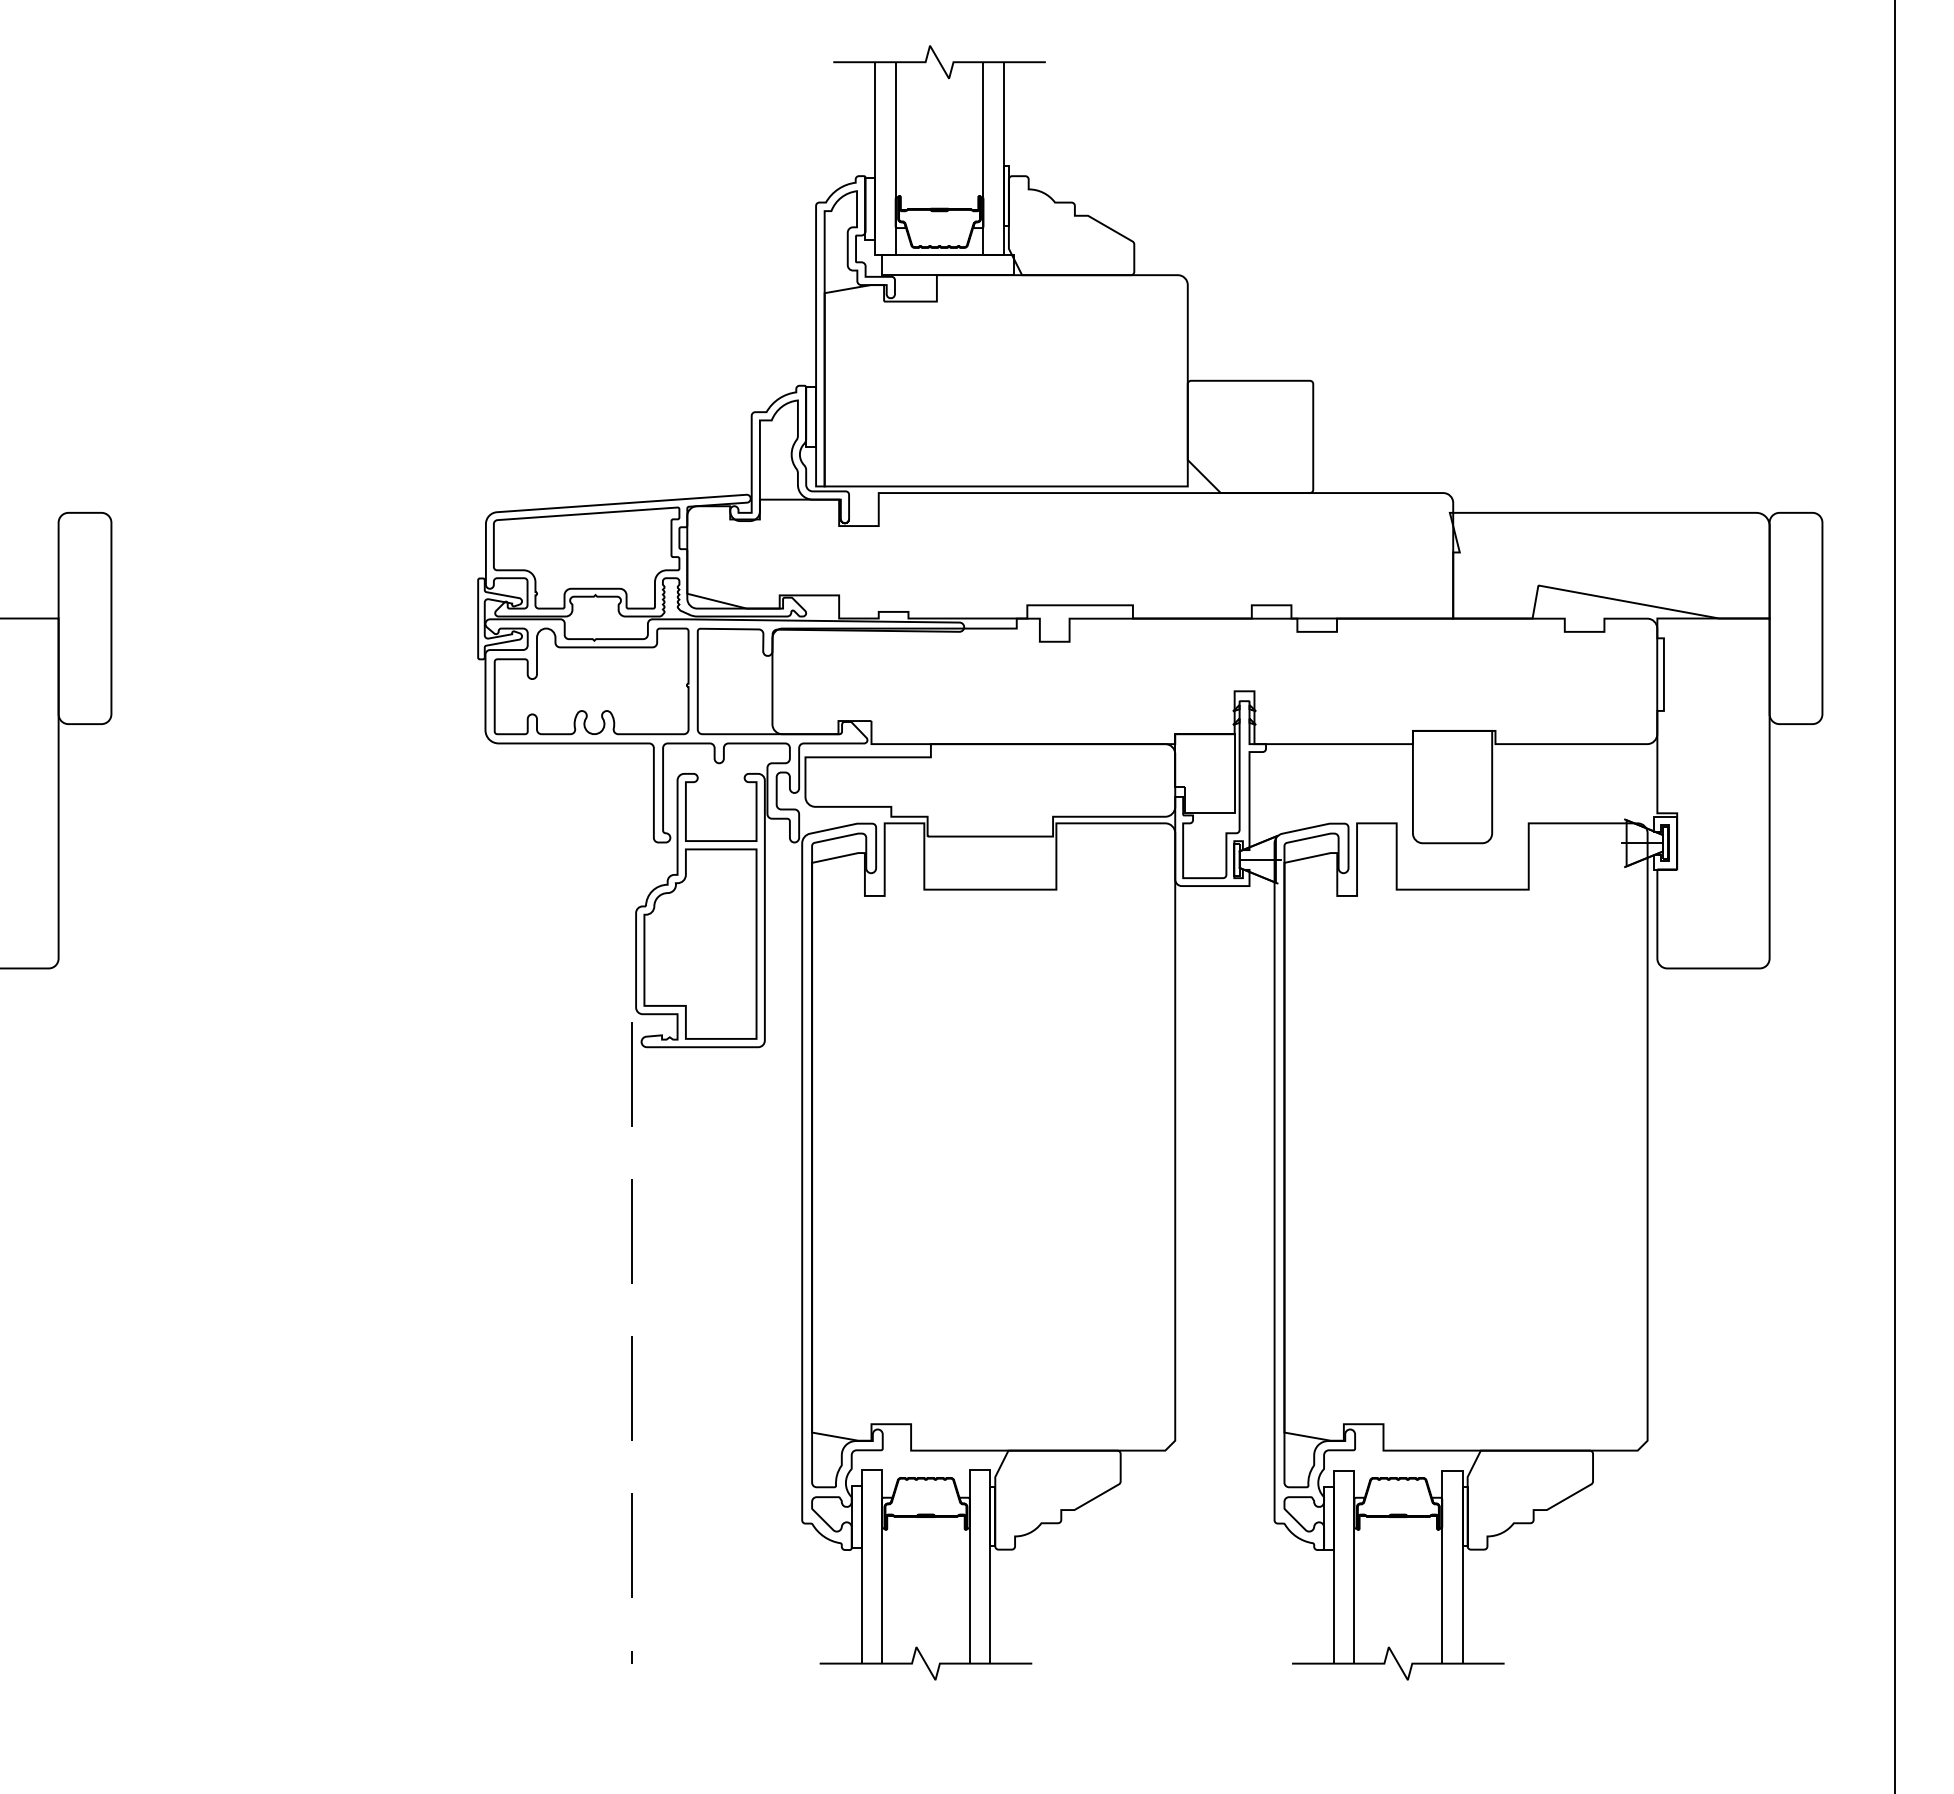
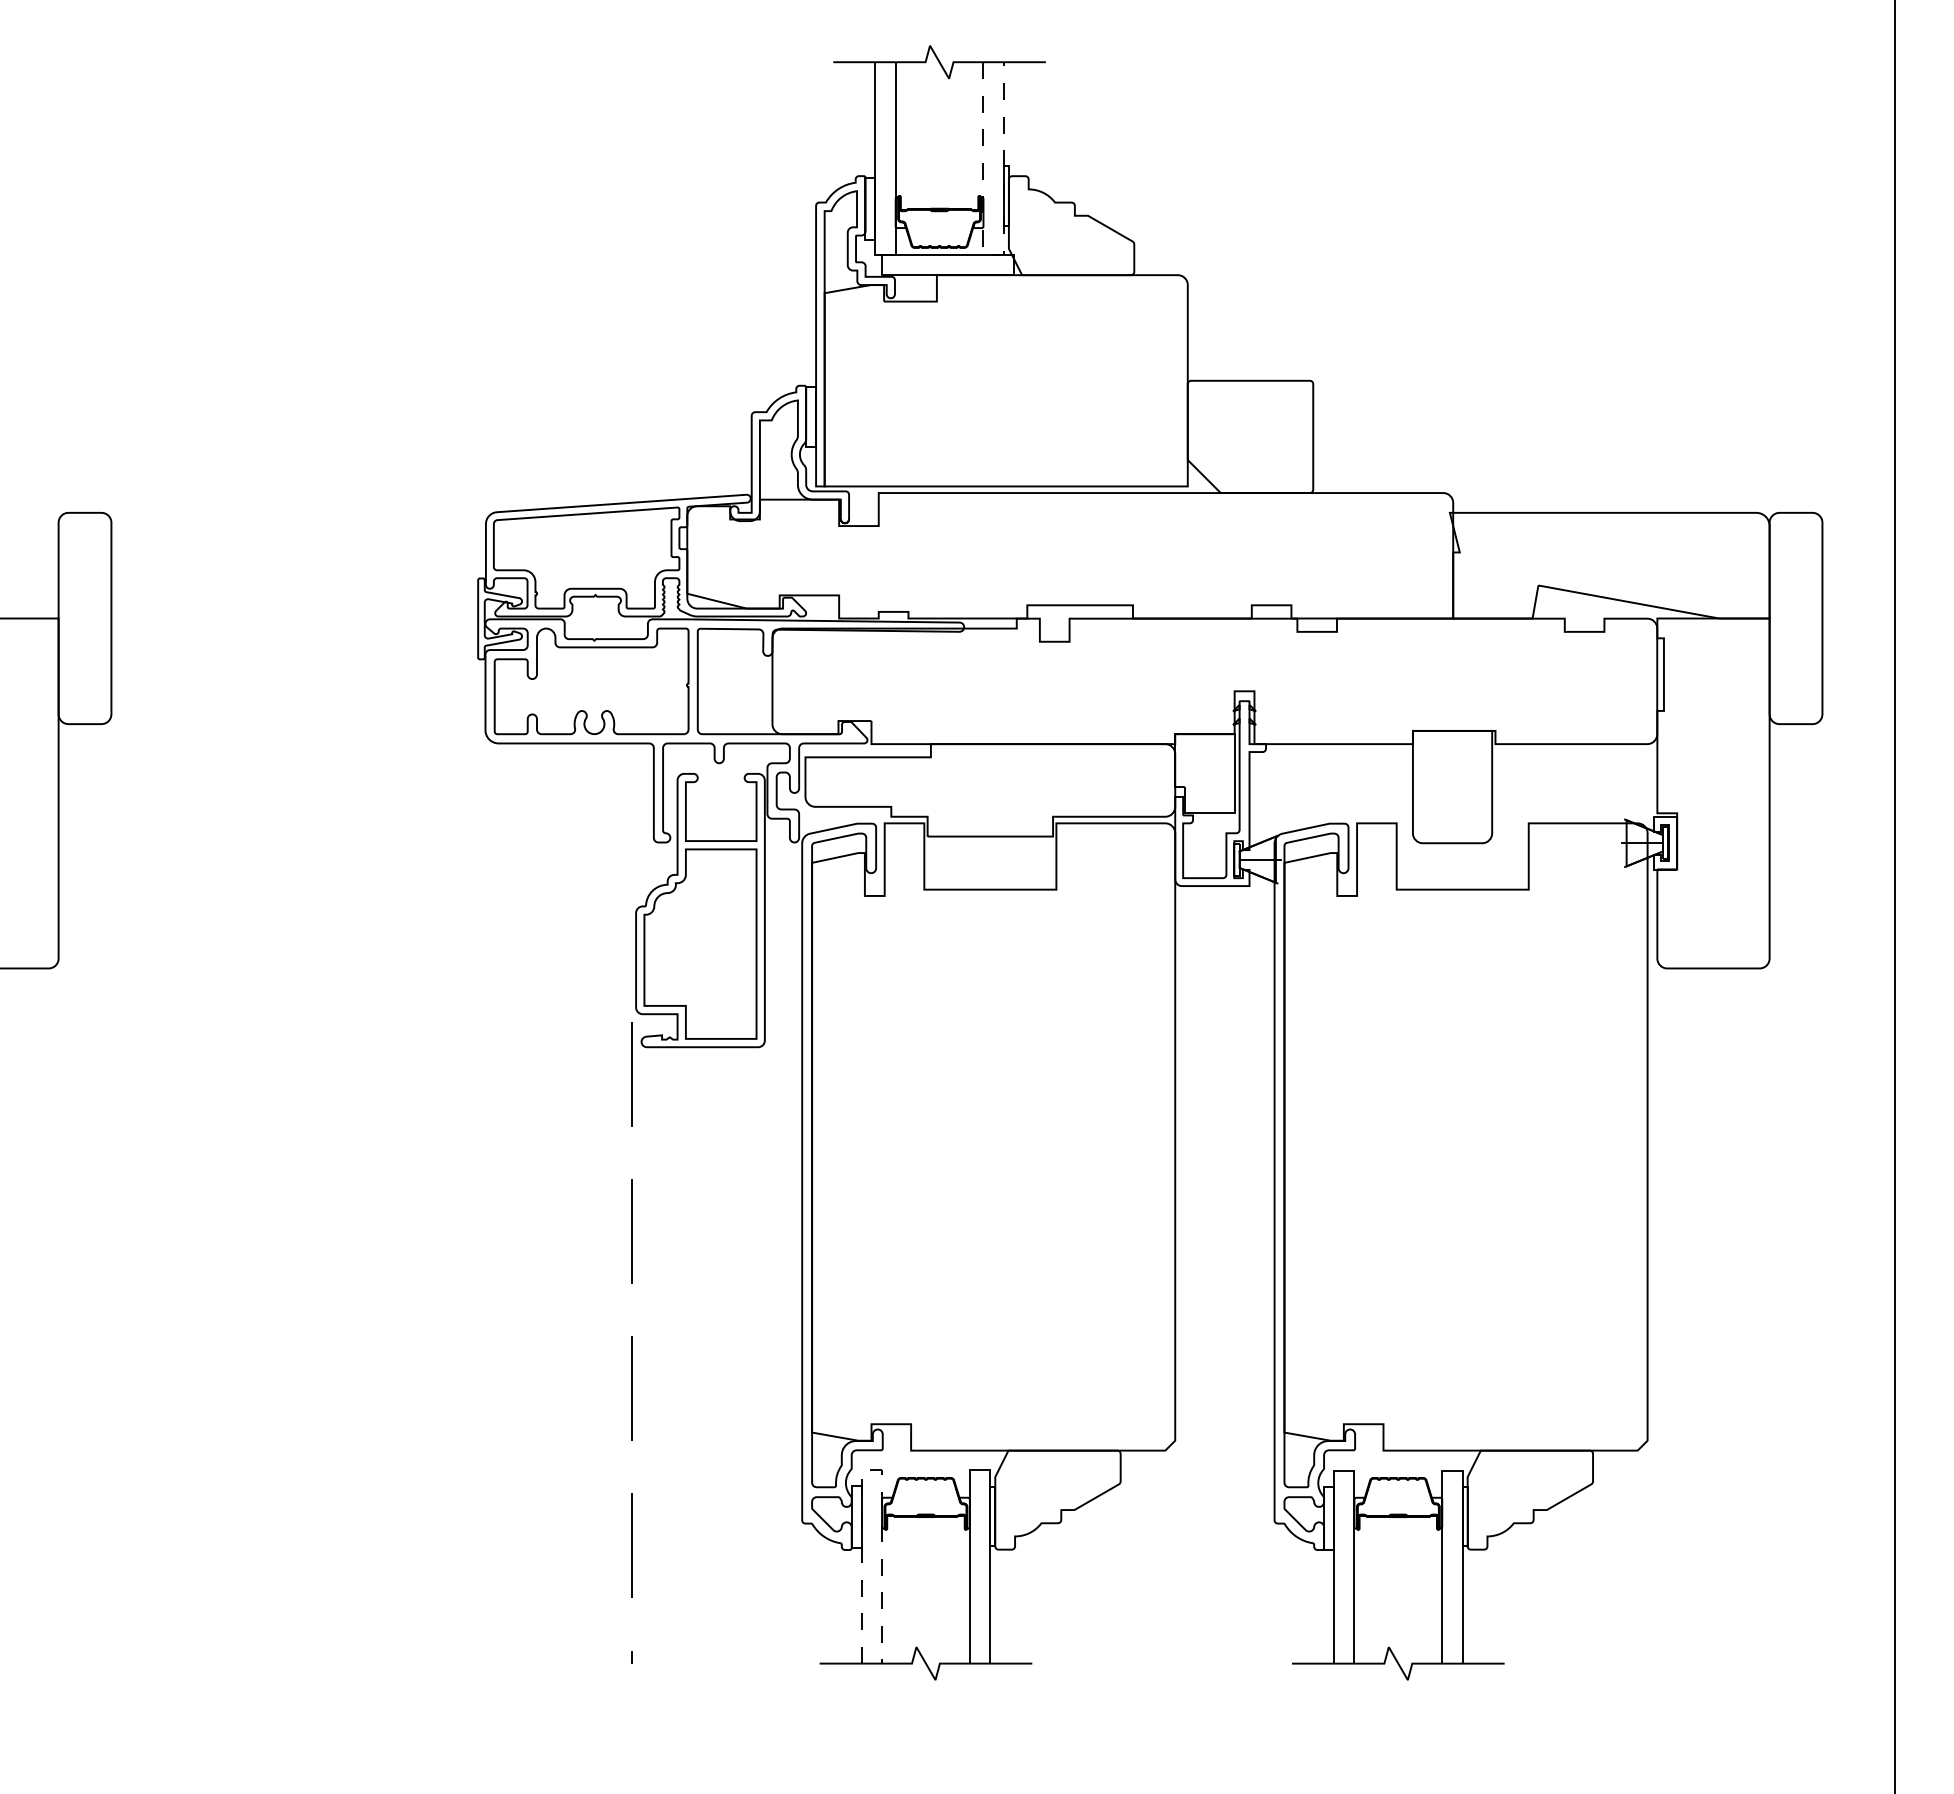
line at (994, 255): solid -> dashed
line at (872, 1470): solid -> dashed
